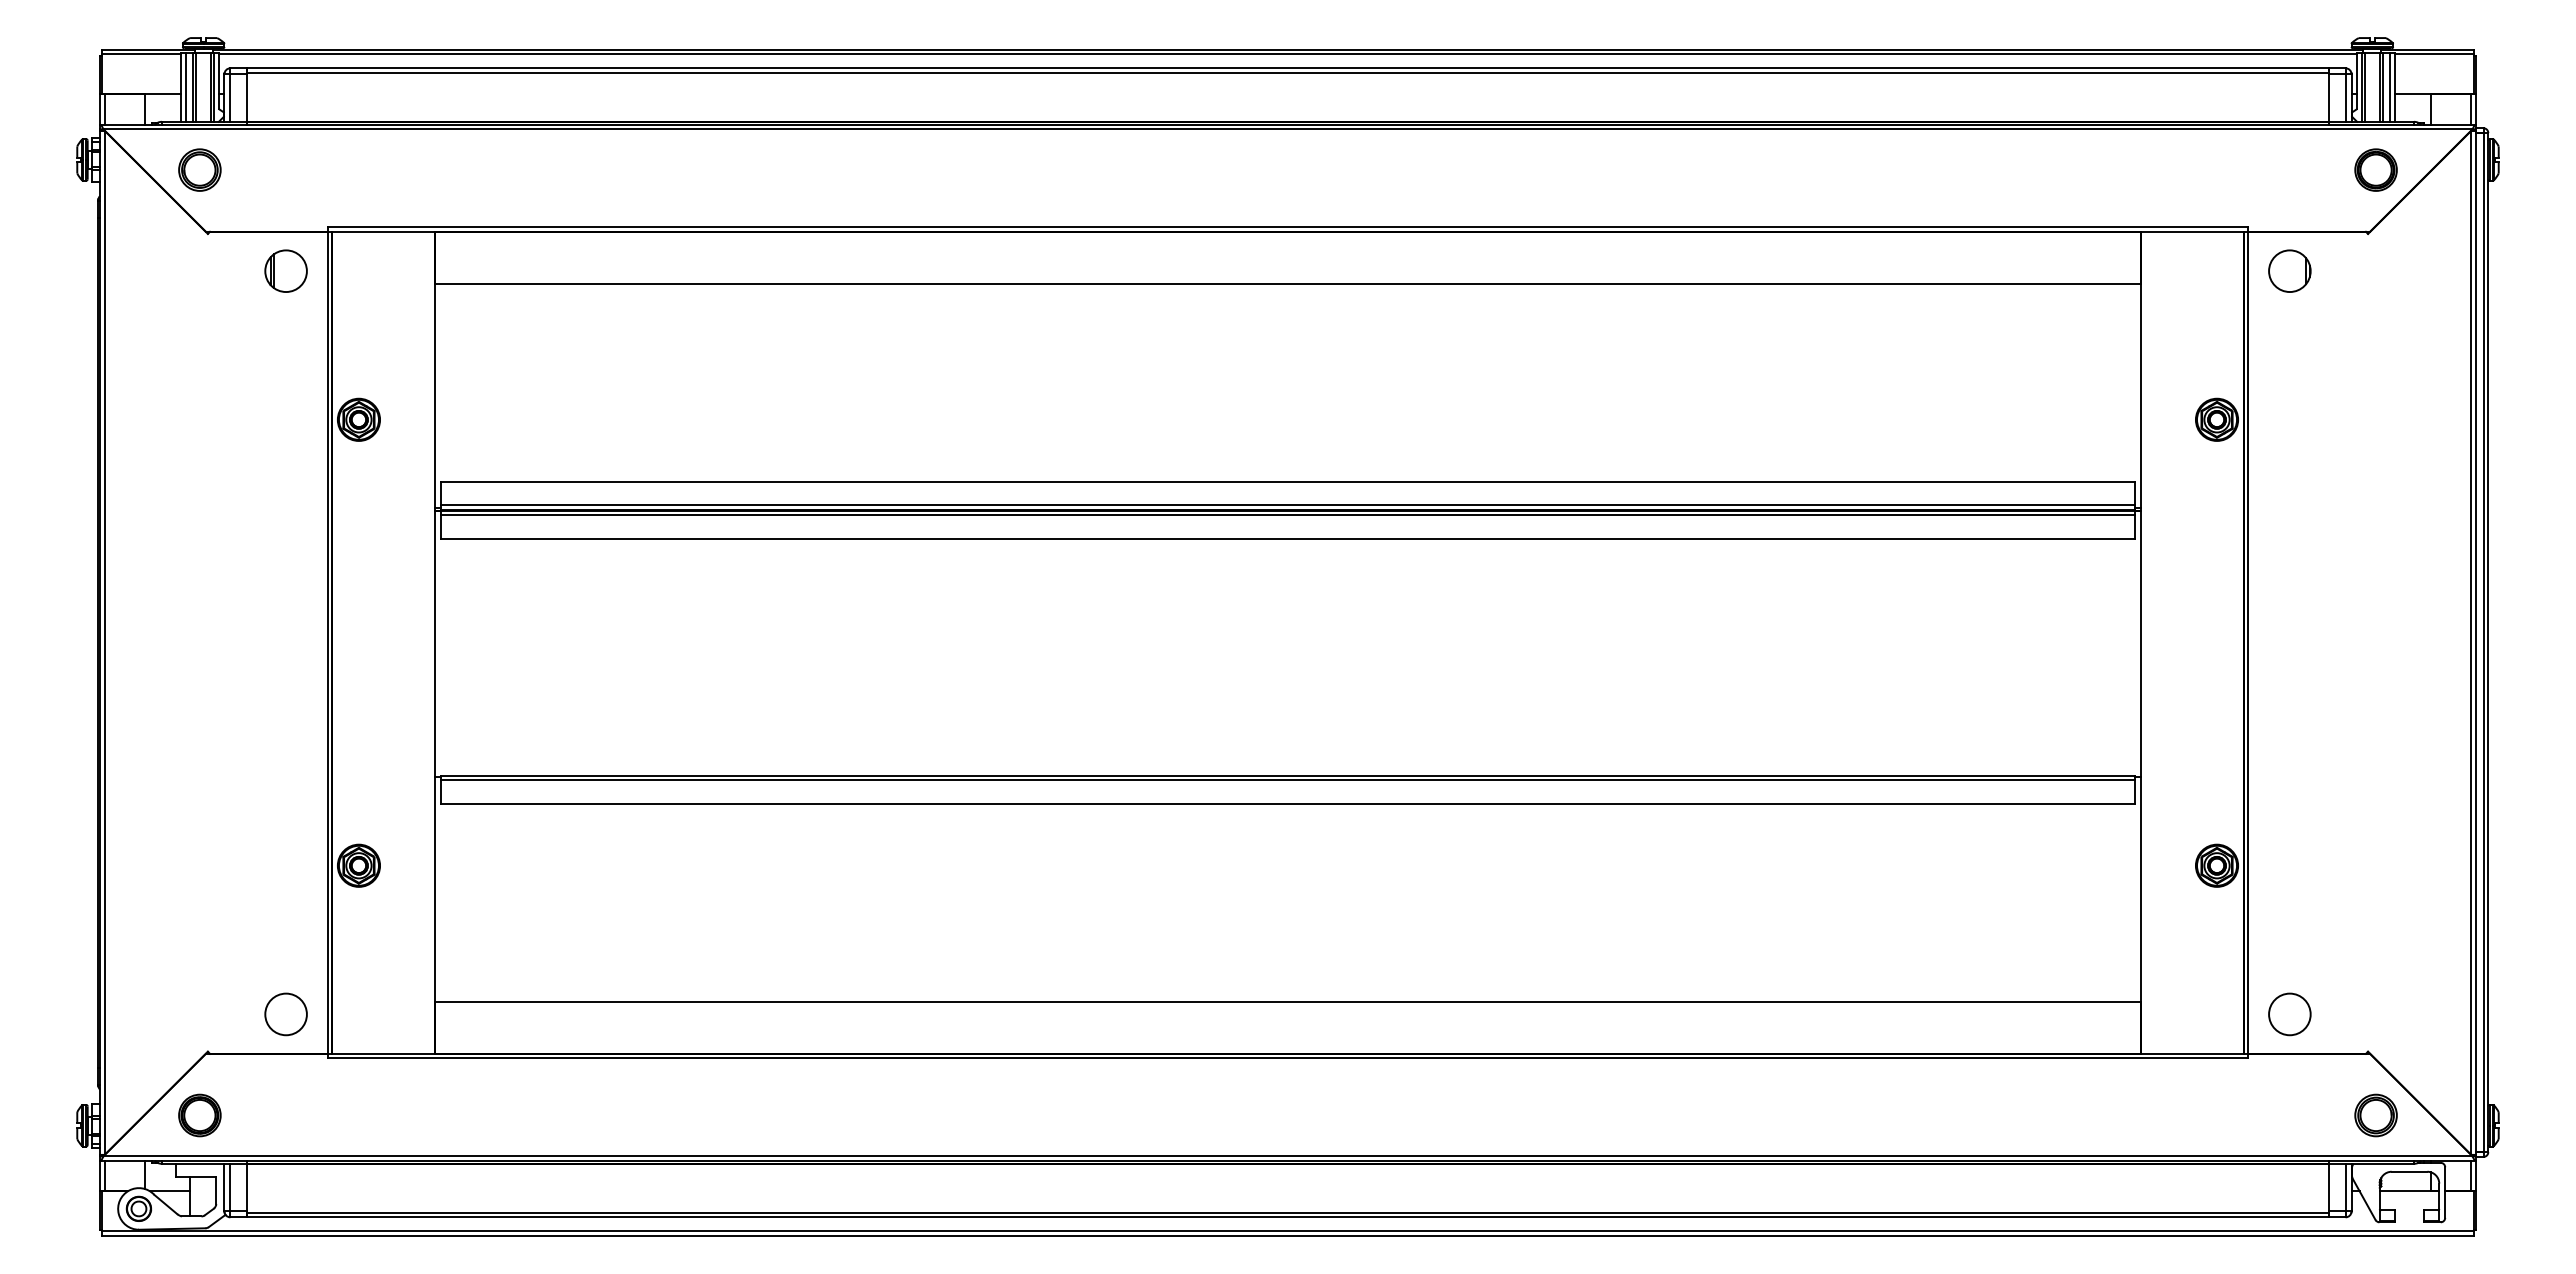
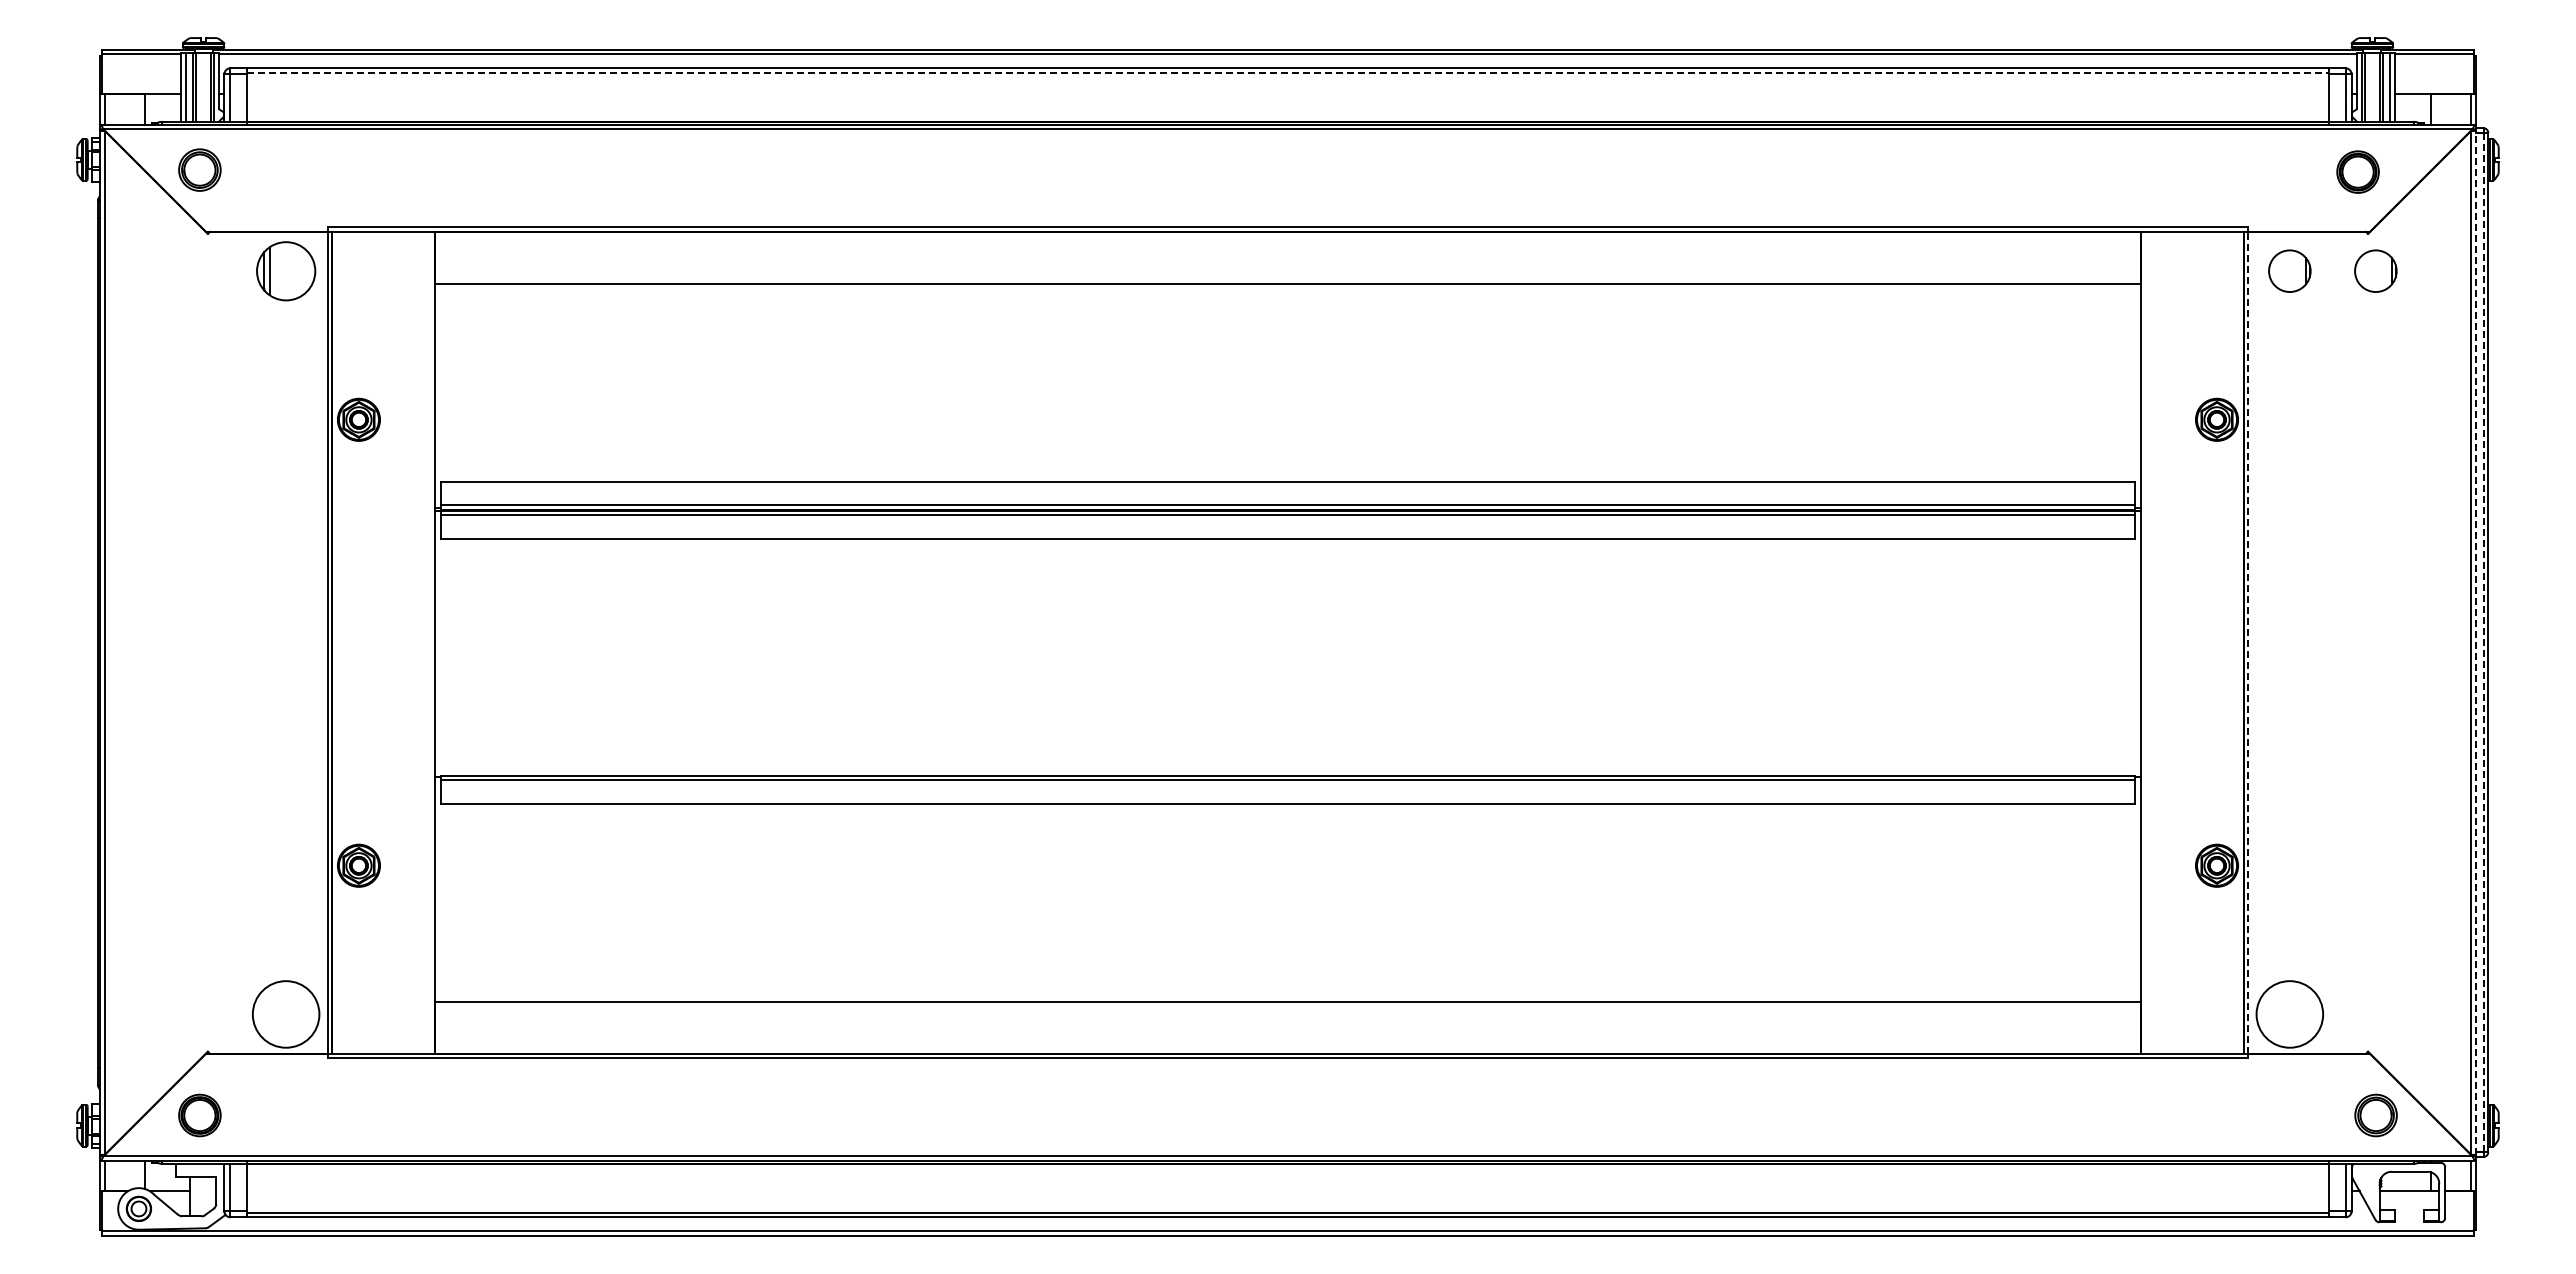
line at (1287, 73): solid -> dashed
part at (2375, 169) position: (2375, 169) -> (2357, 171)
part at (285, 270) size: 44x44 px -> 61x61 px
part at (2375, 270): none -> present
line at (2248, 642): solid -> dashed
line at (2475, 642): solid -> dashed
line at (2483, 642): solid -> dashed
circle at (285, 1014) diameter: 42 px -> 67 px
circle at (2289, 1014) diameter: 42 px -> 67 px
